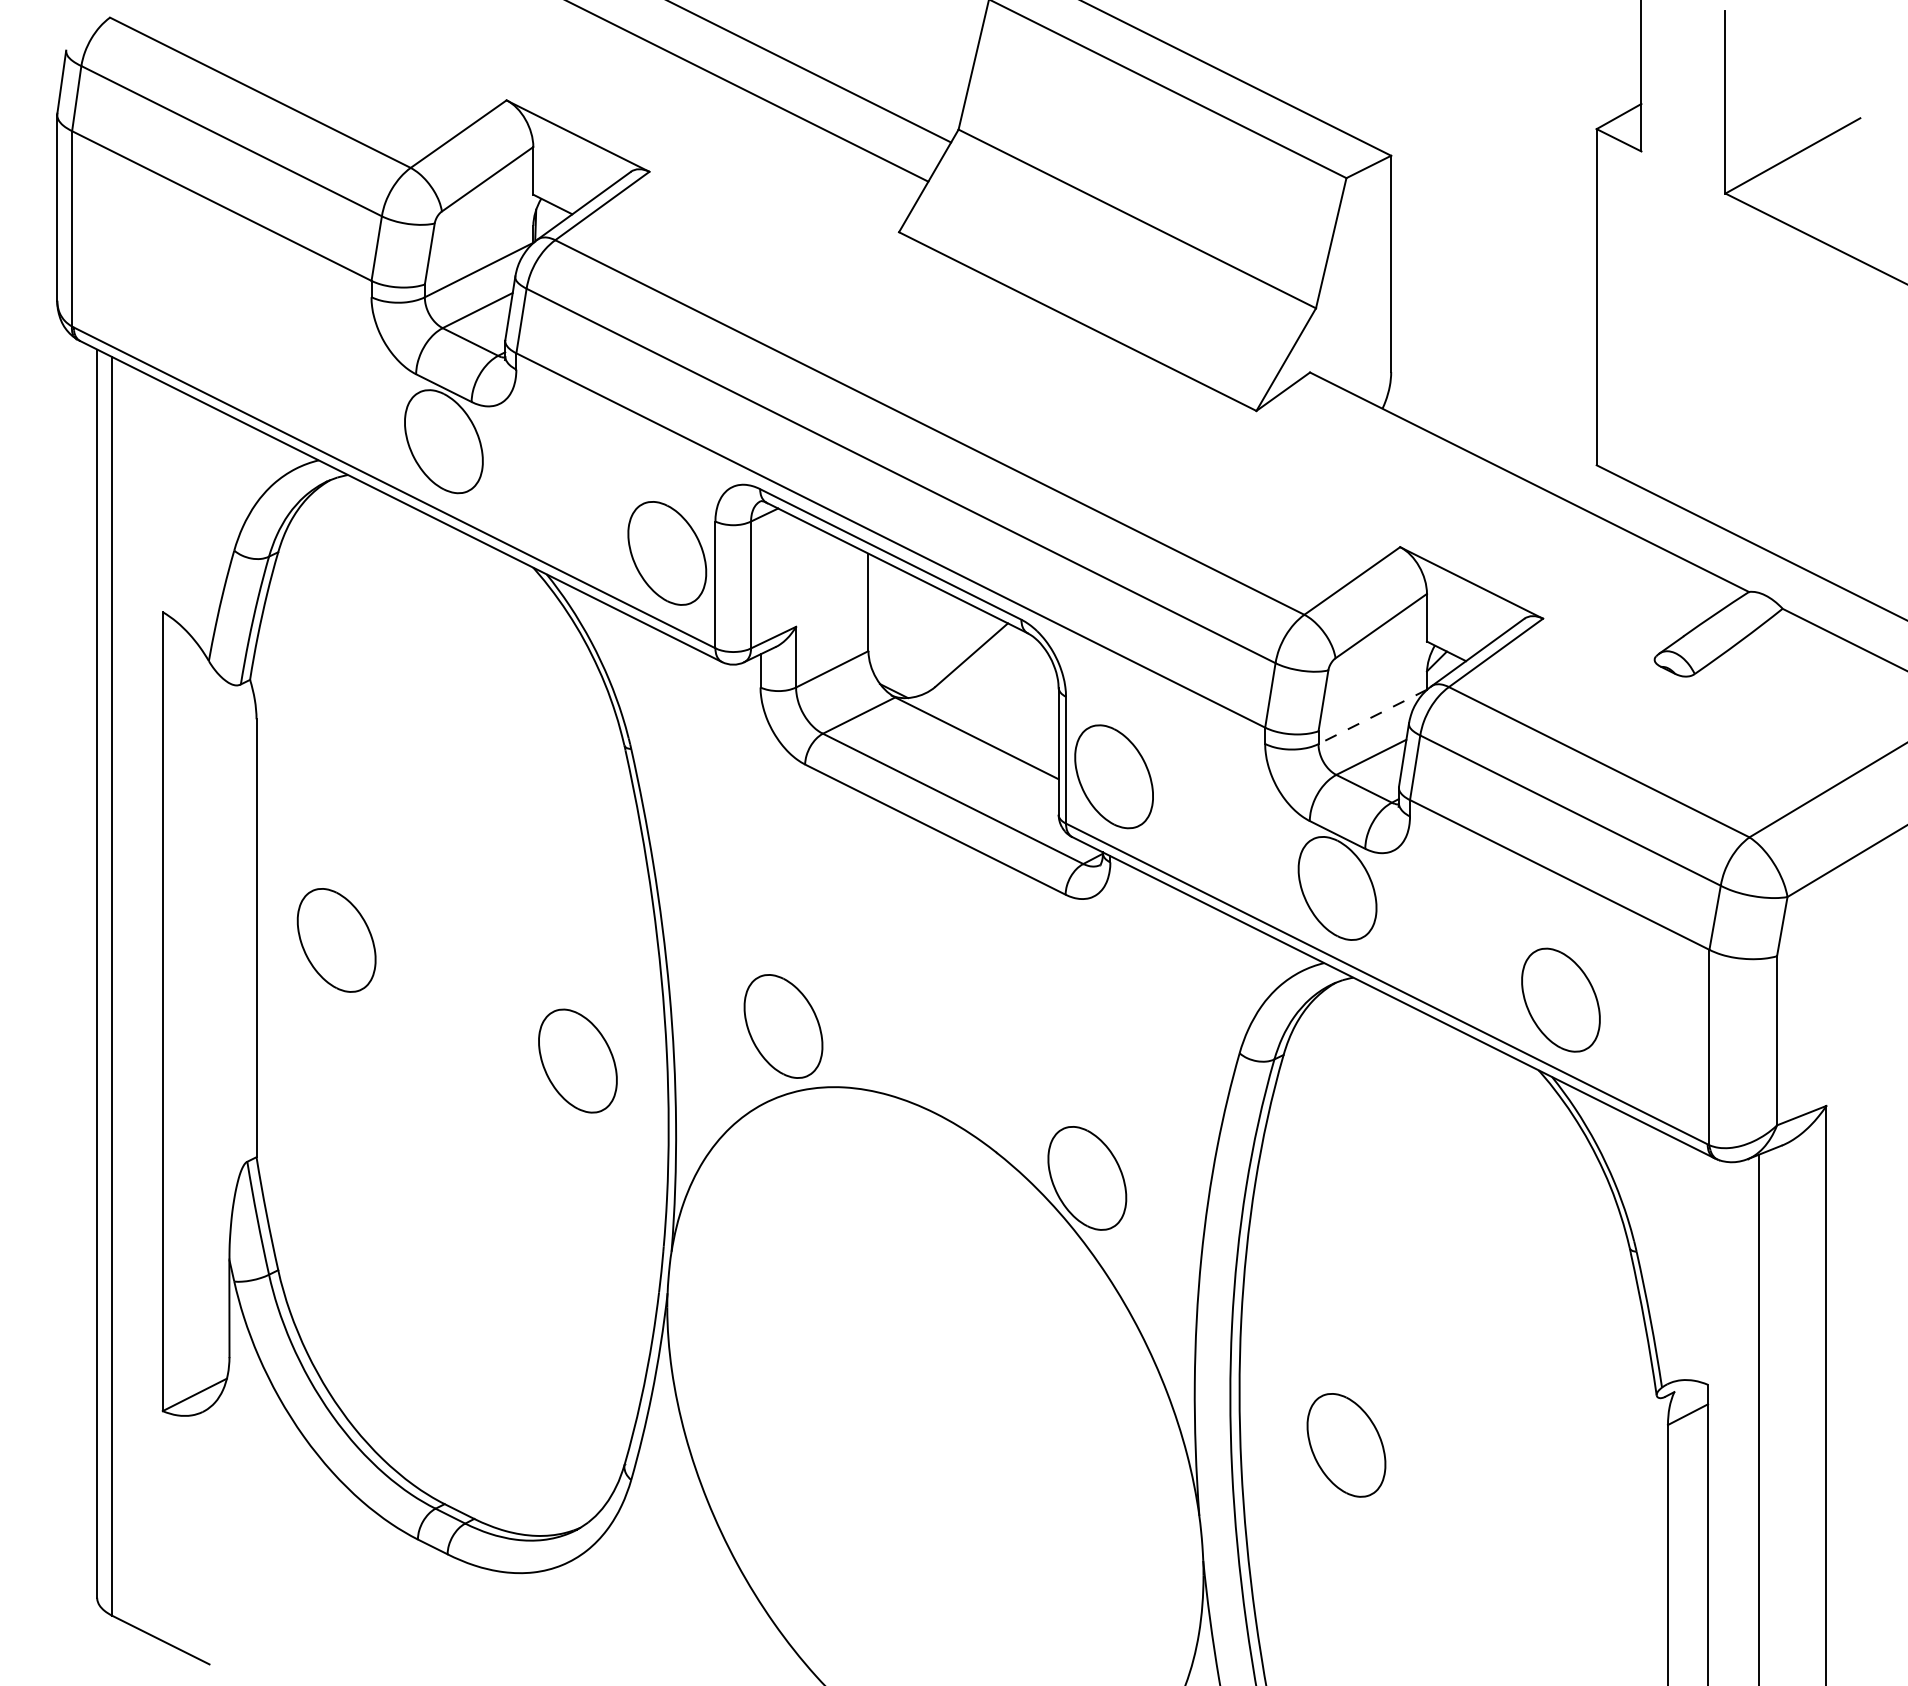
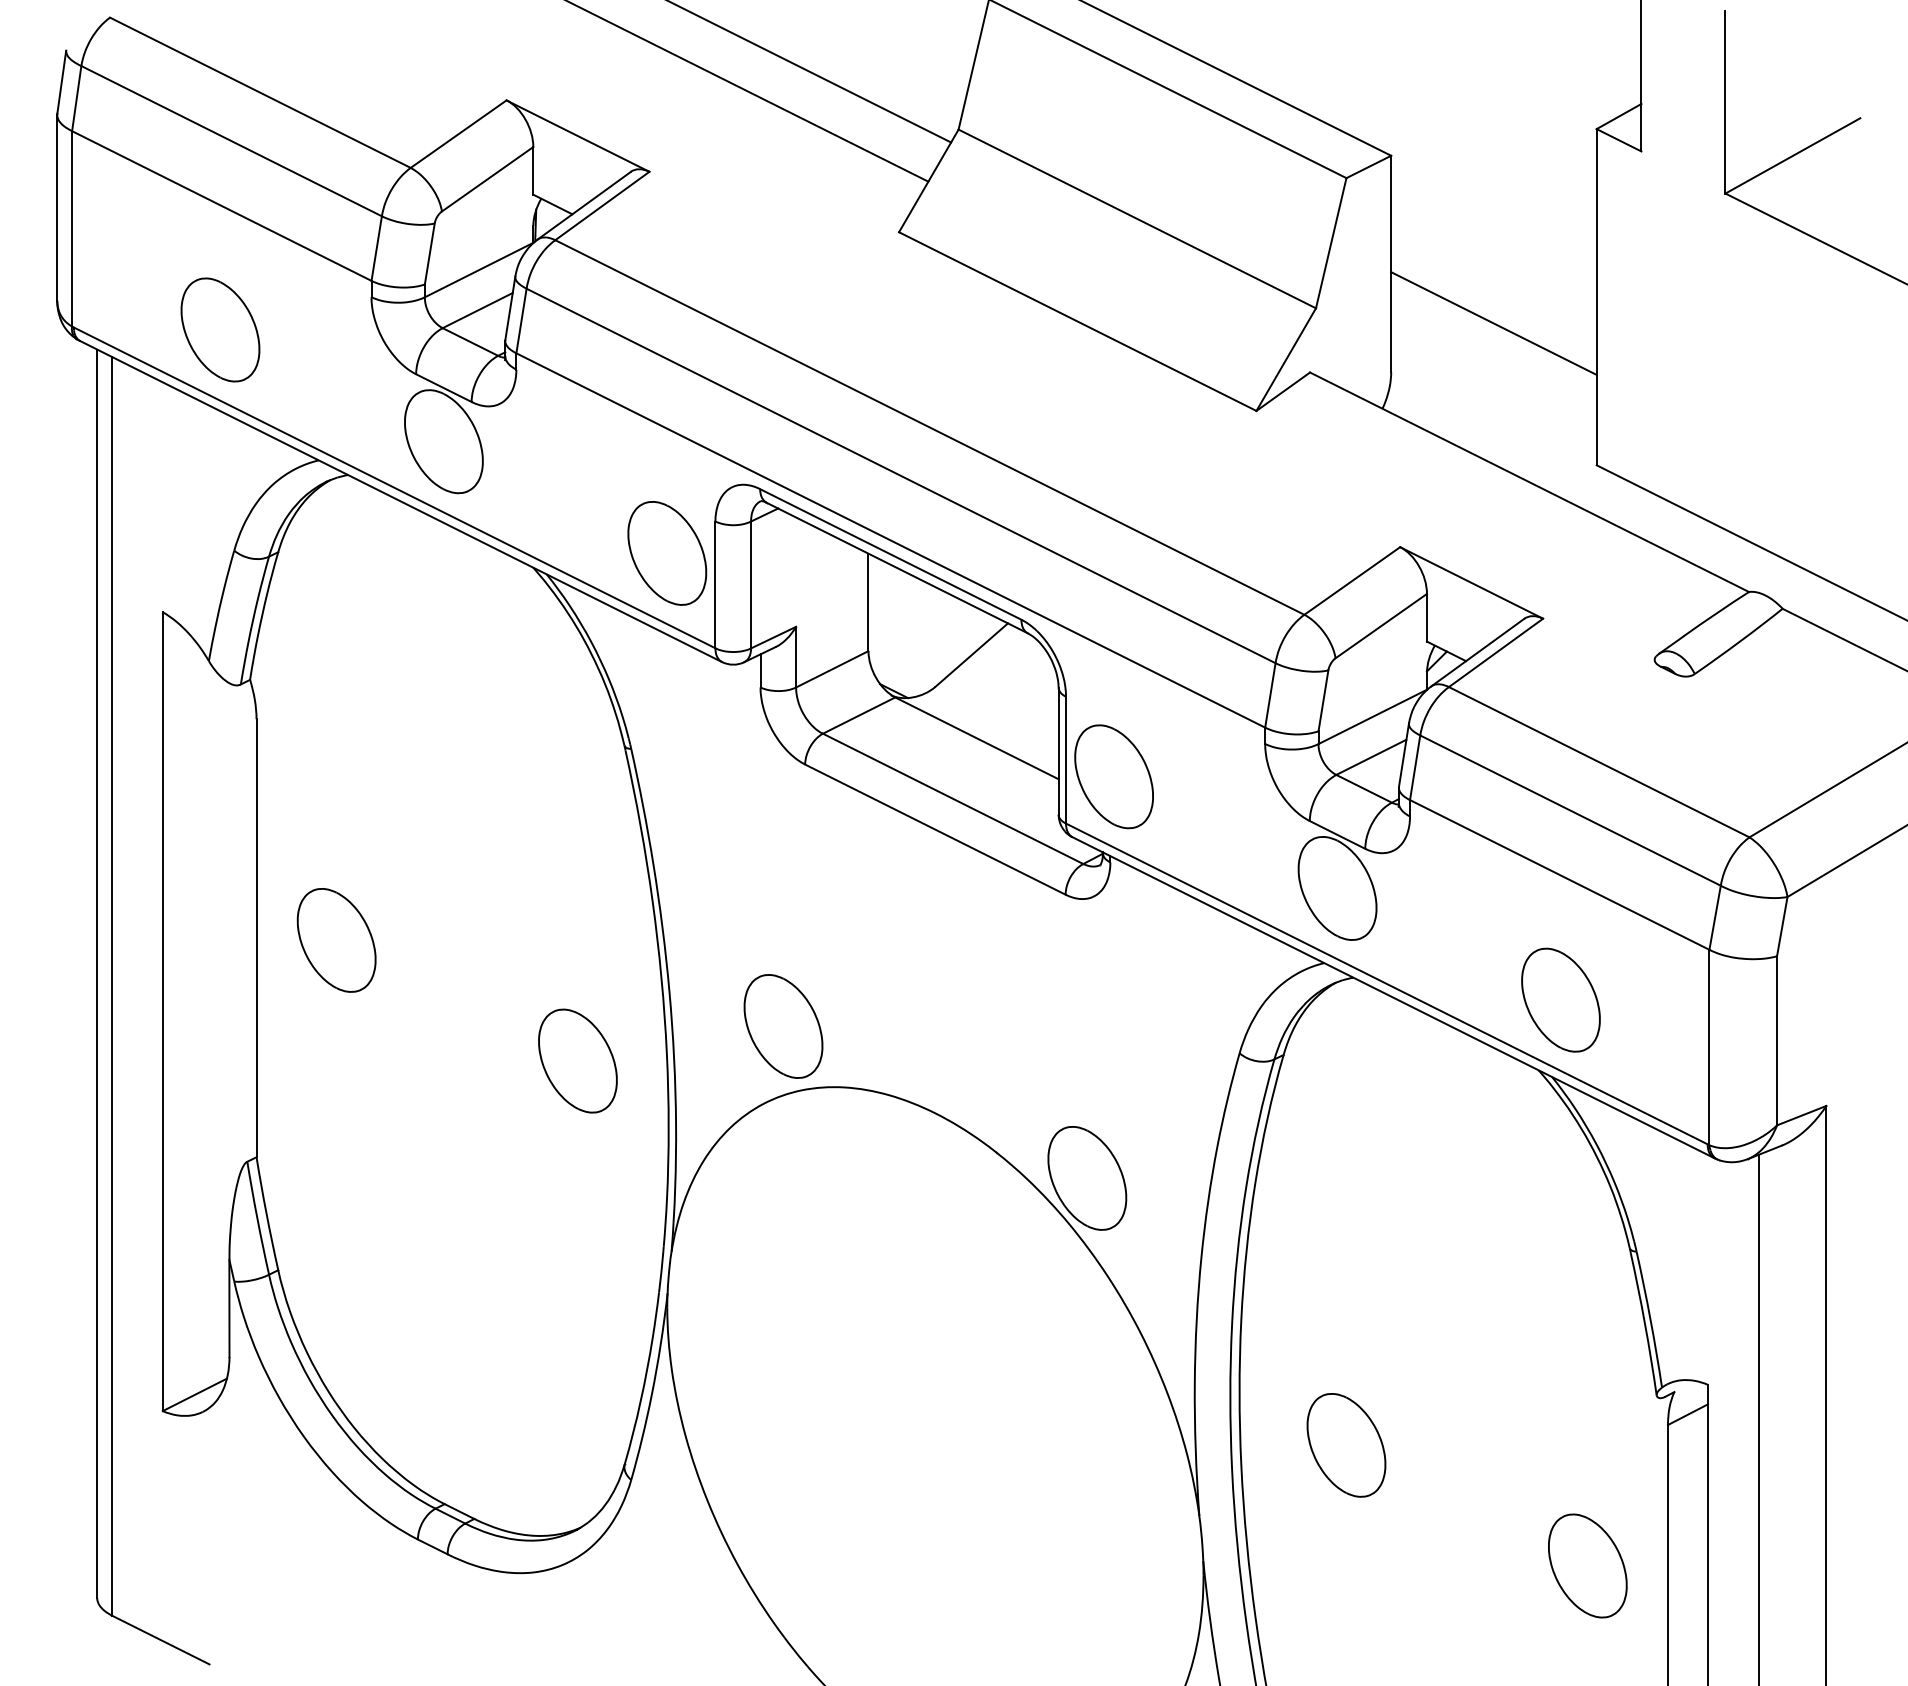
line at (1493, 323): none -> present
part at (220, 329): none -> present
line at (1372, 716): dashed -> solid
part at (1587, 1565): none -> present
